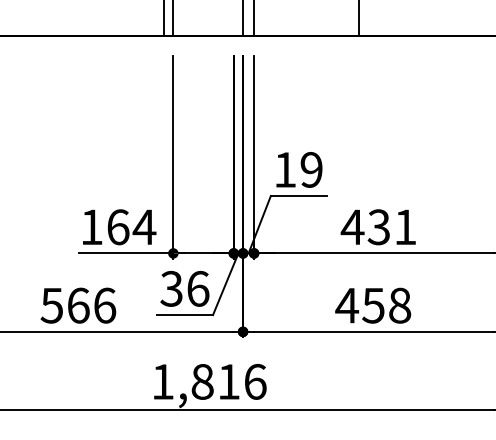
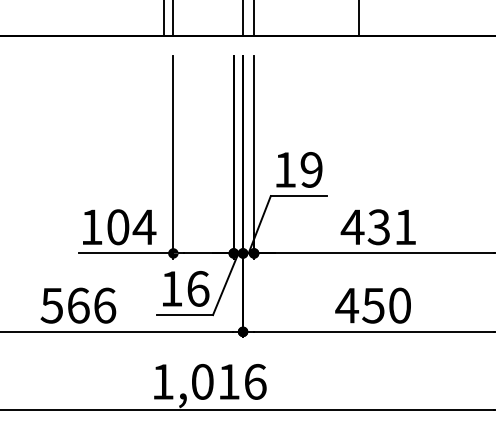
text at (118, 227): 164 -> 104
text at (171, 288): 36 -> 16
text at (400, 305): 458 -> 450
text at (202, 381): 1,816 -> 1,016
